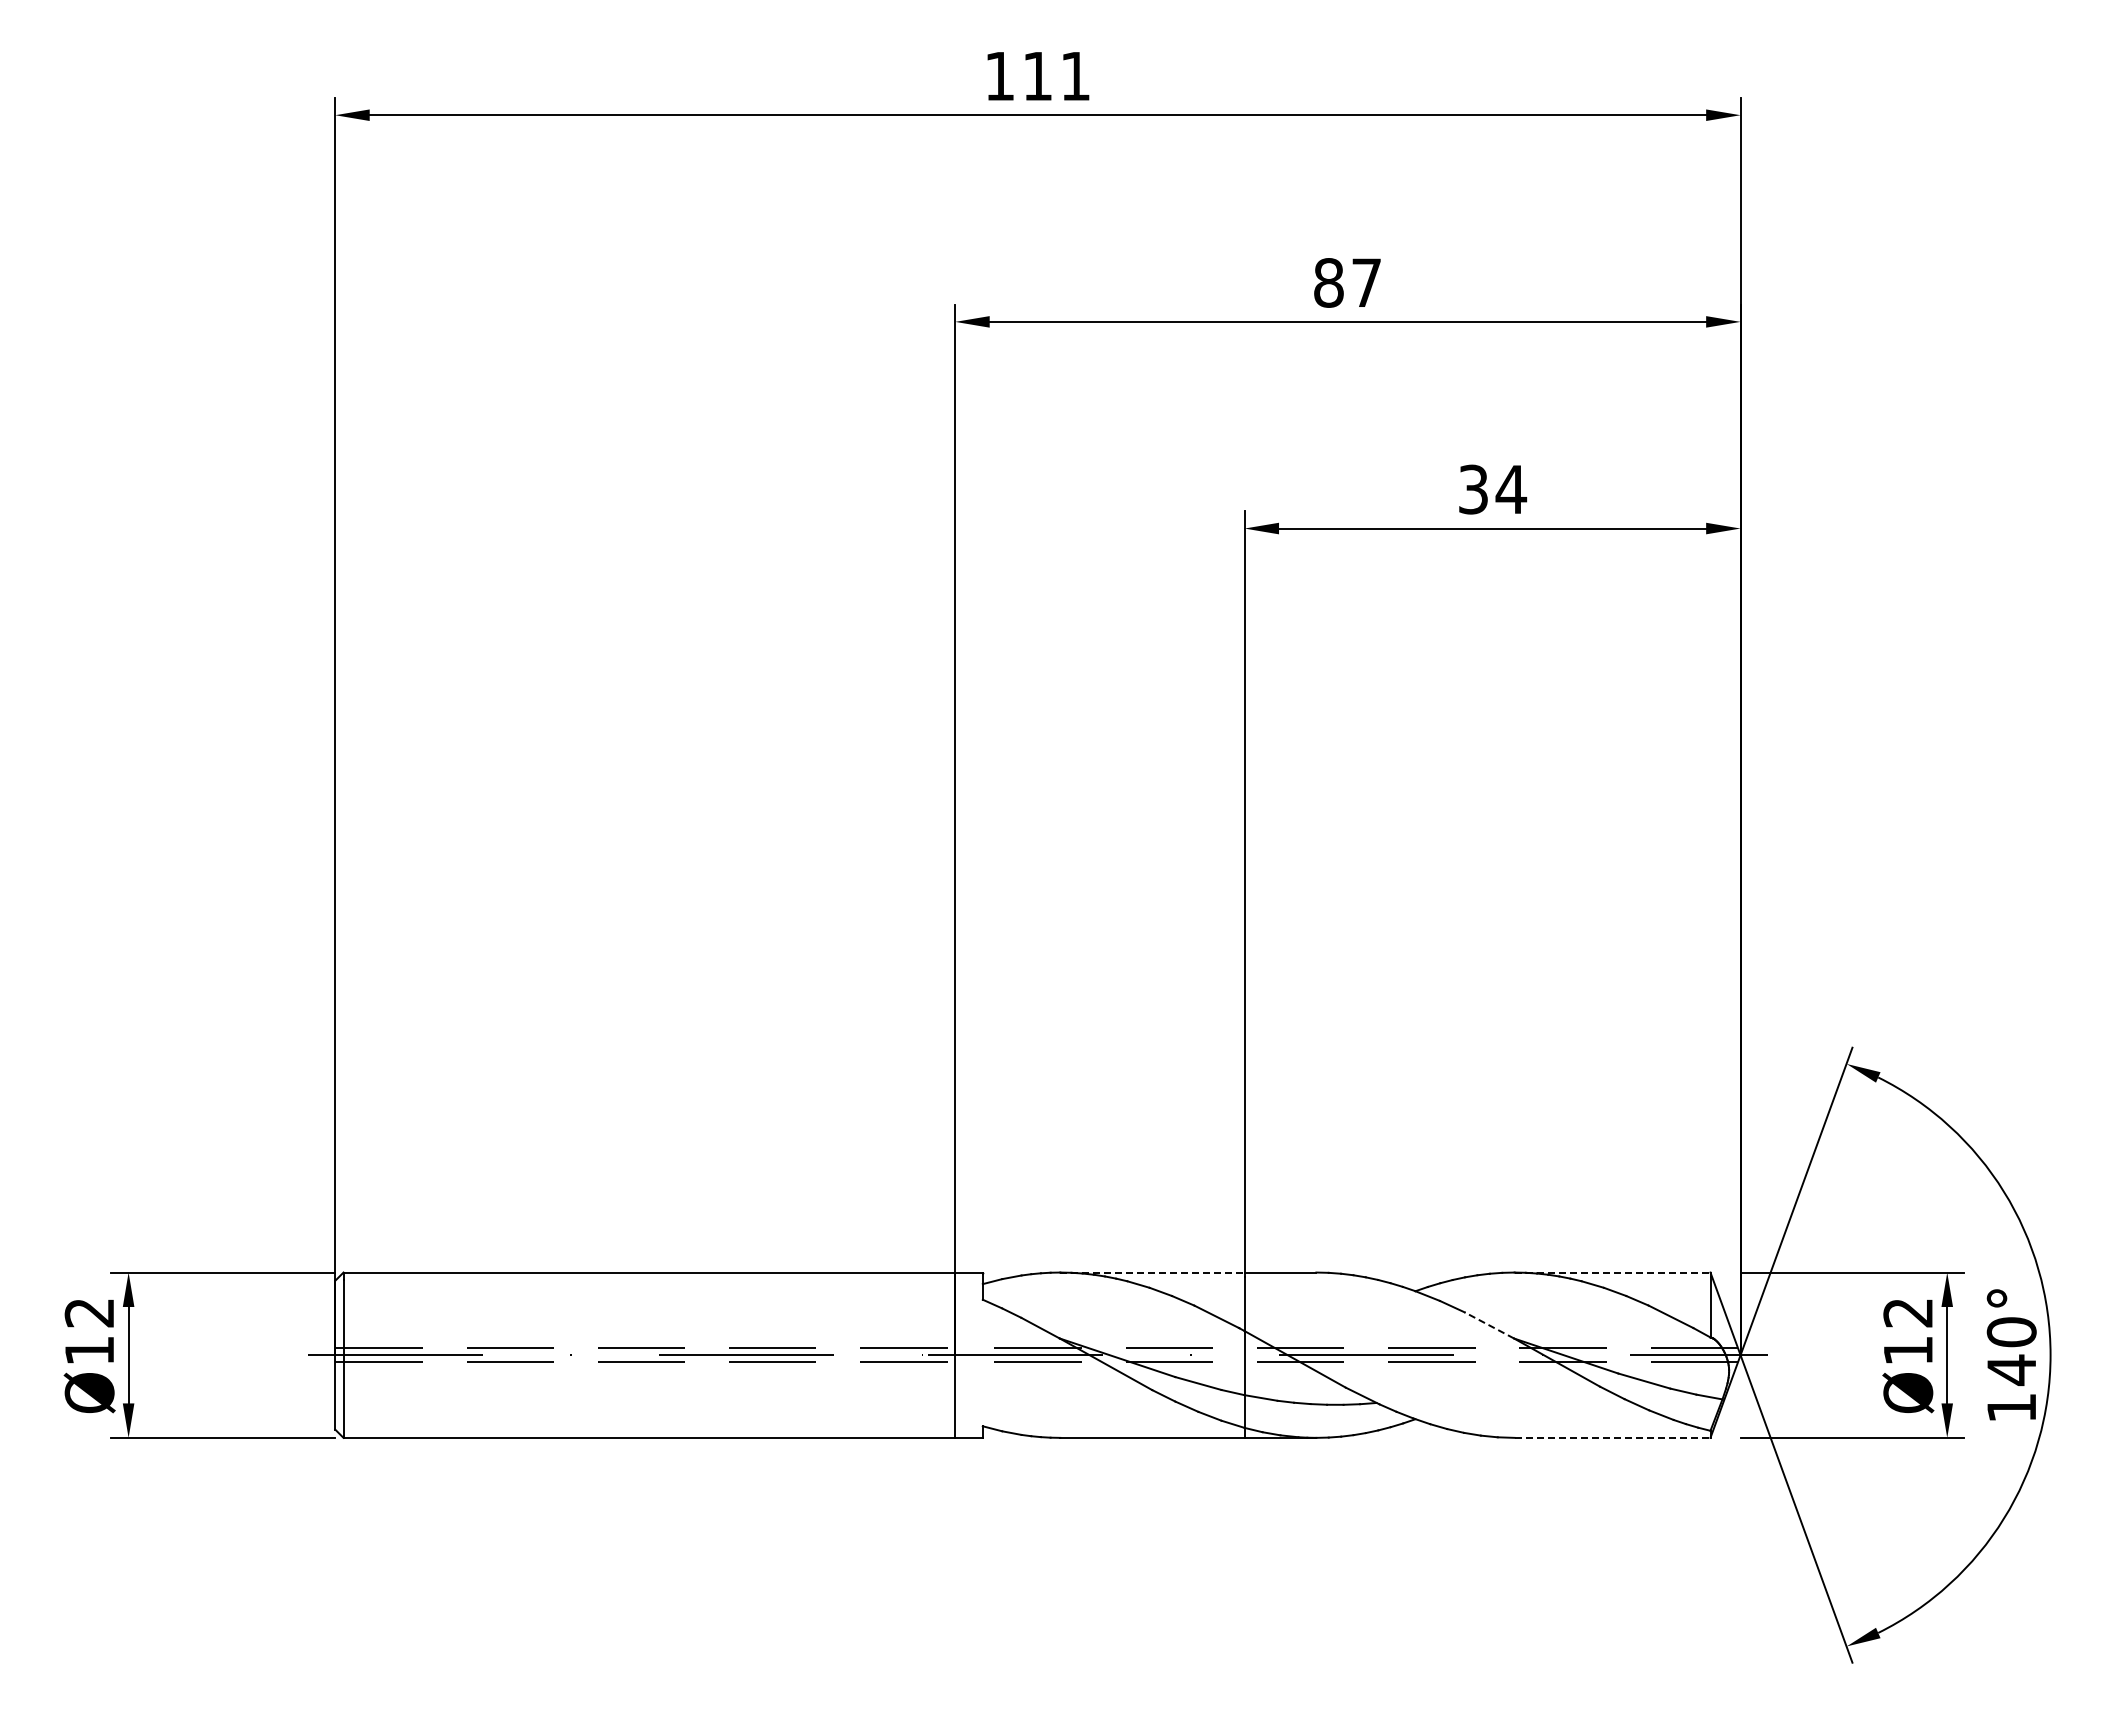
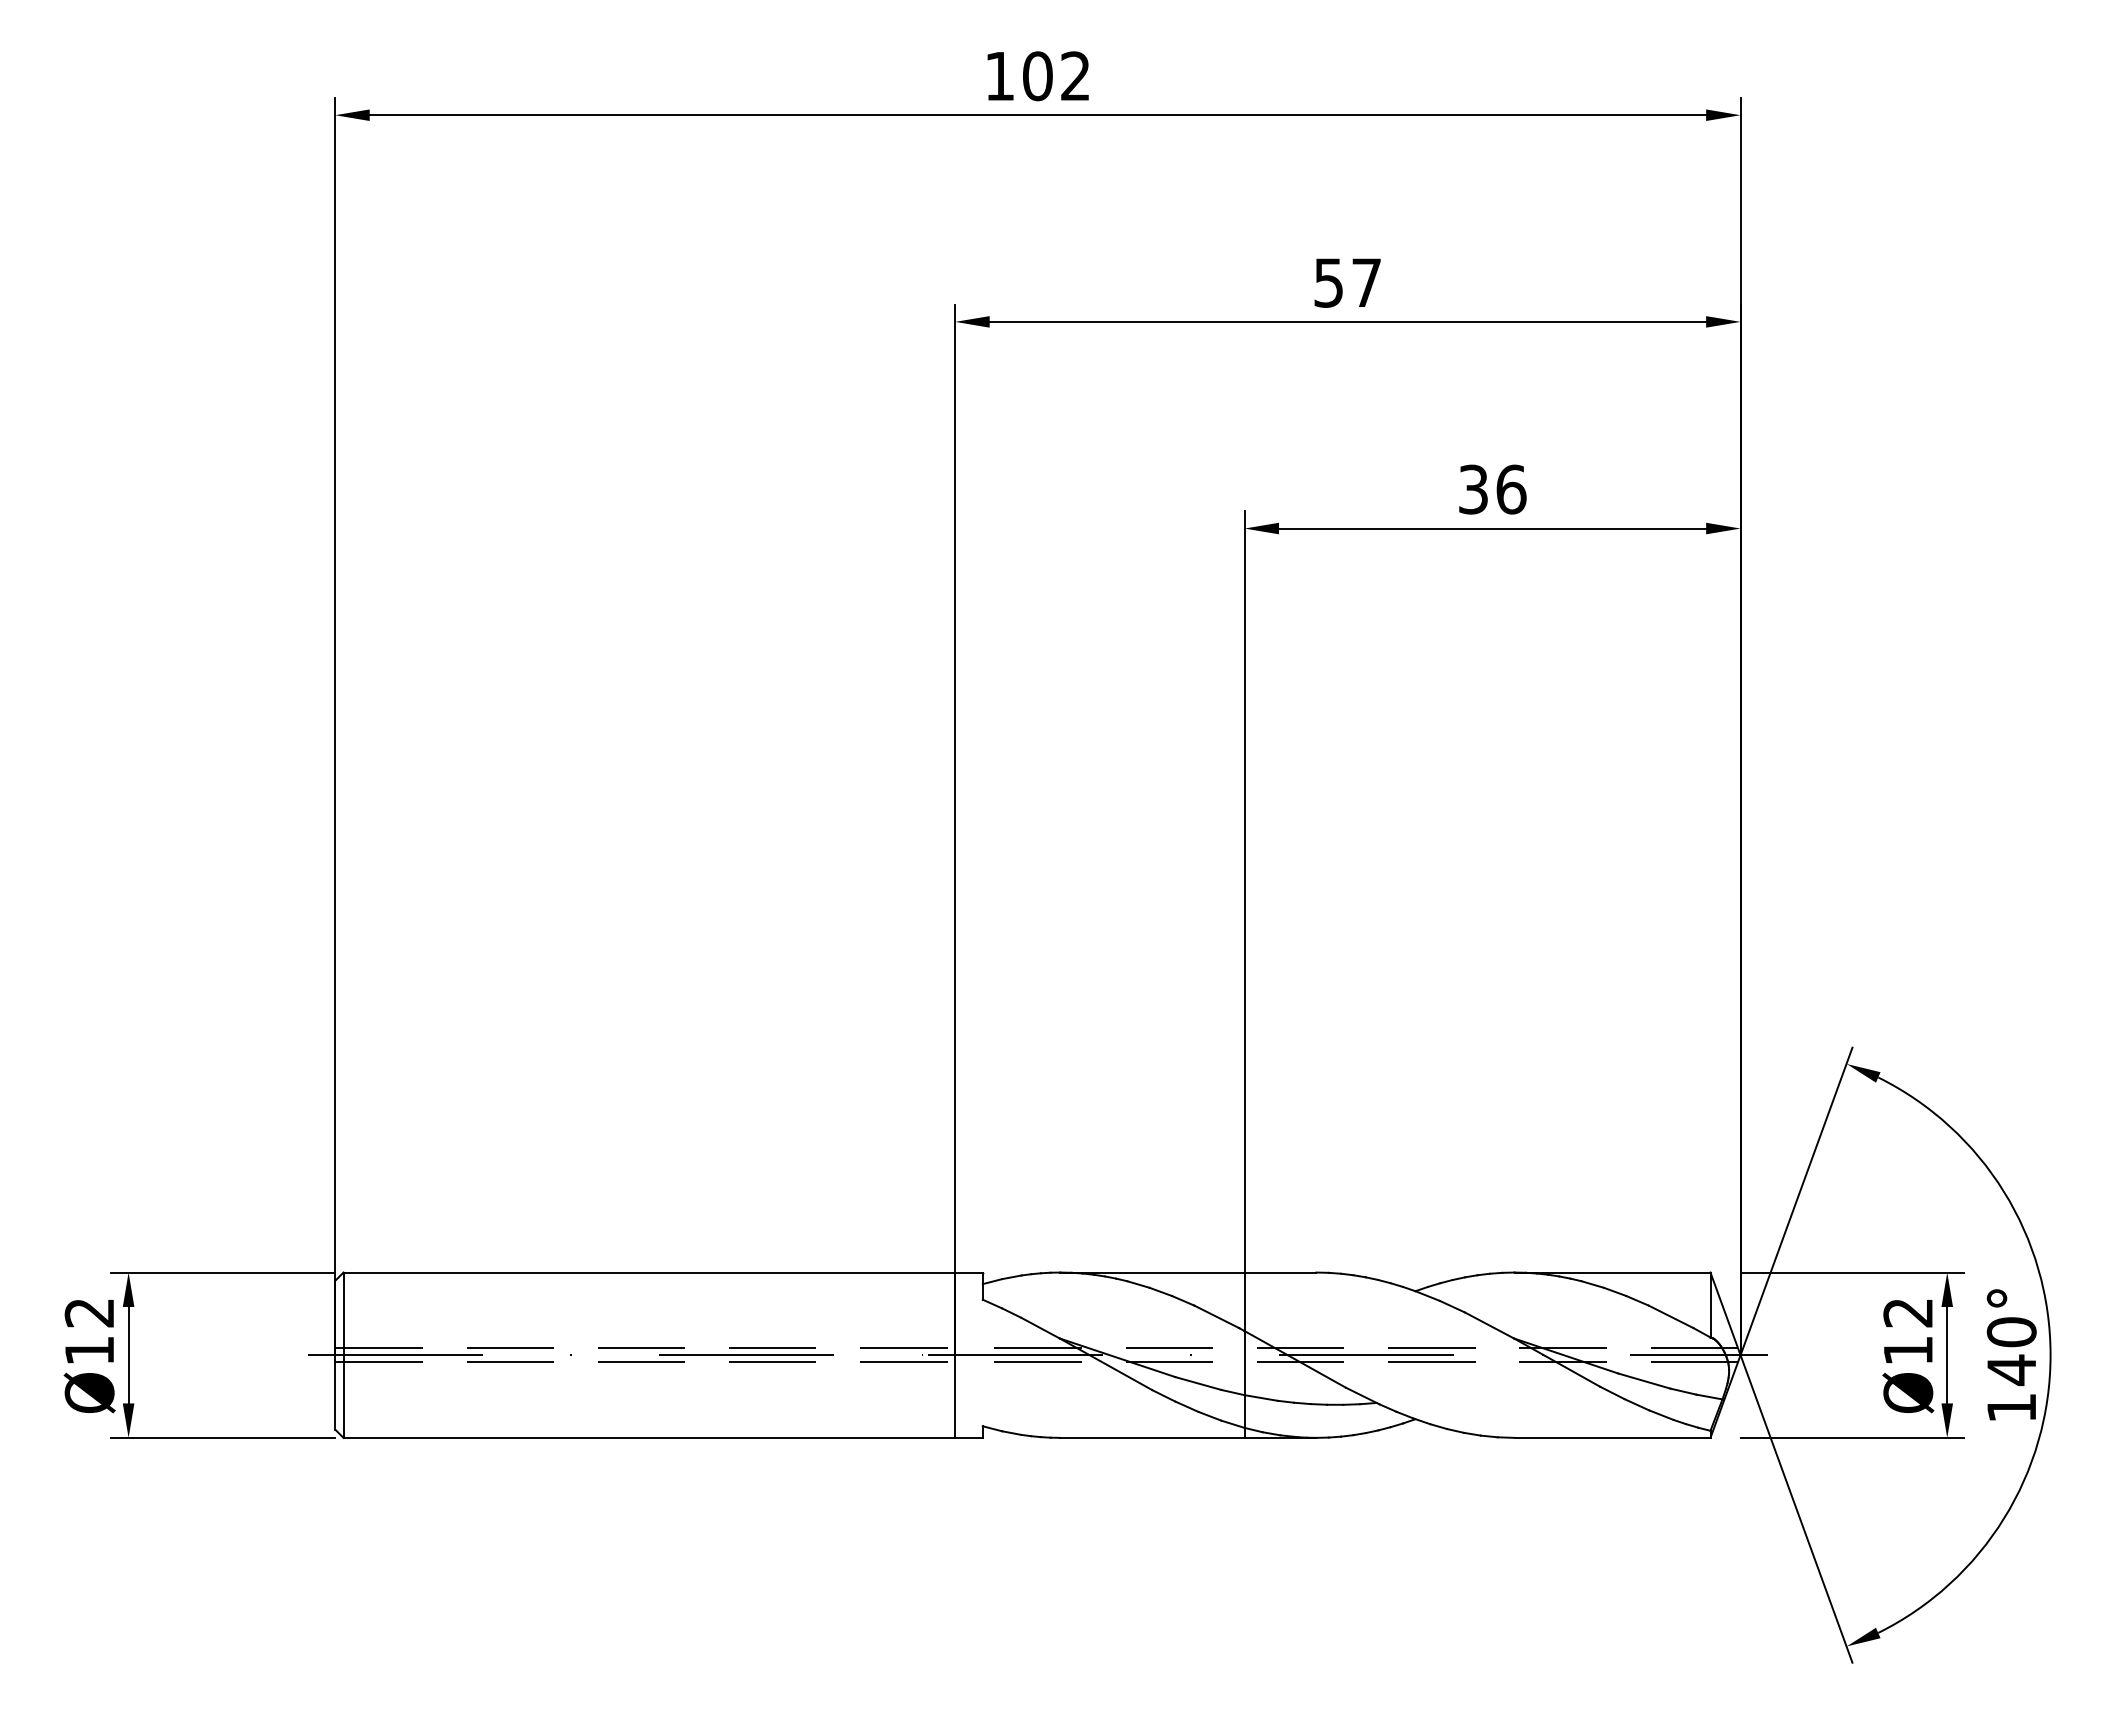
text at (1056, 76): 111 -> 102
text at (1328, 282): 87 -> 57
text at (1511, 489): 34 -> 36
line at (1152, 1272): dashed -> solid
line at (1612, 1272): dashed -> solid
line at (1489, 1325): dashed -> solid
line at (1612, 1437): dashed -> solid
